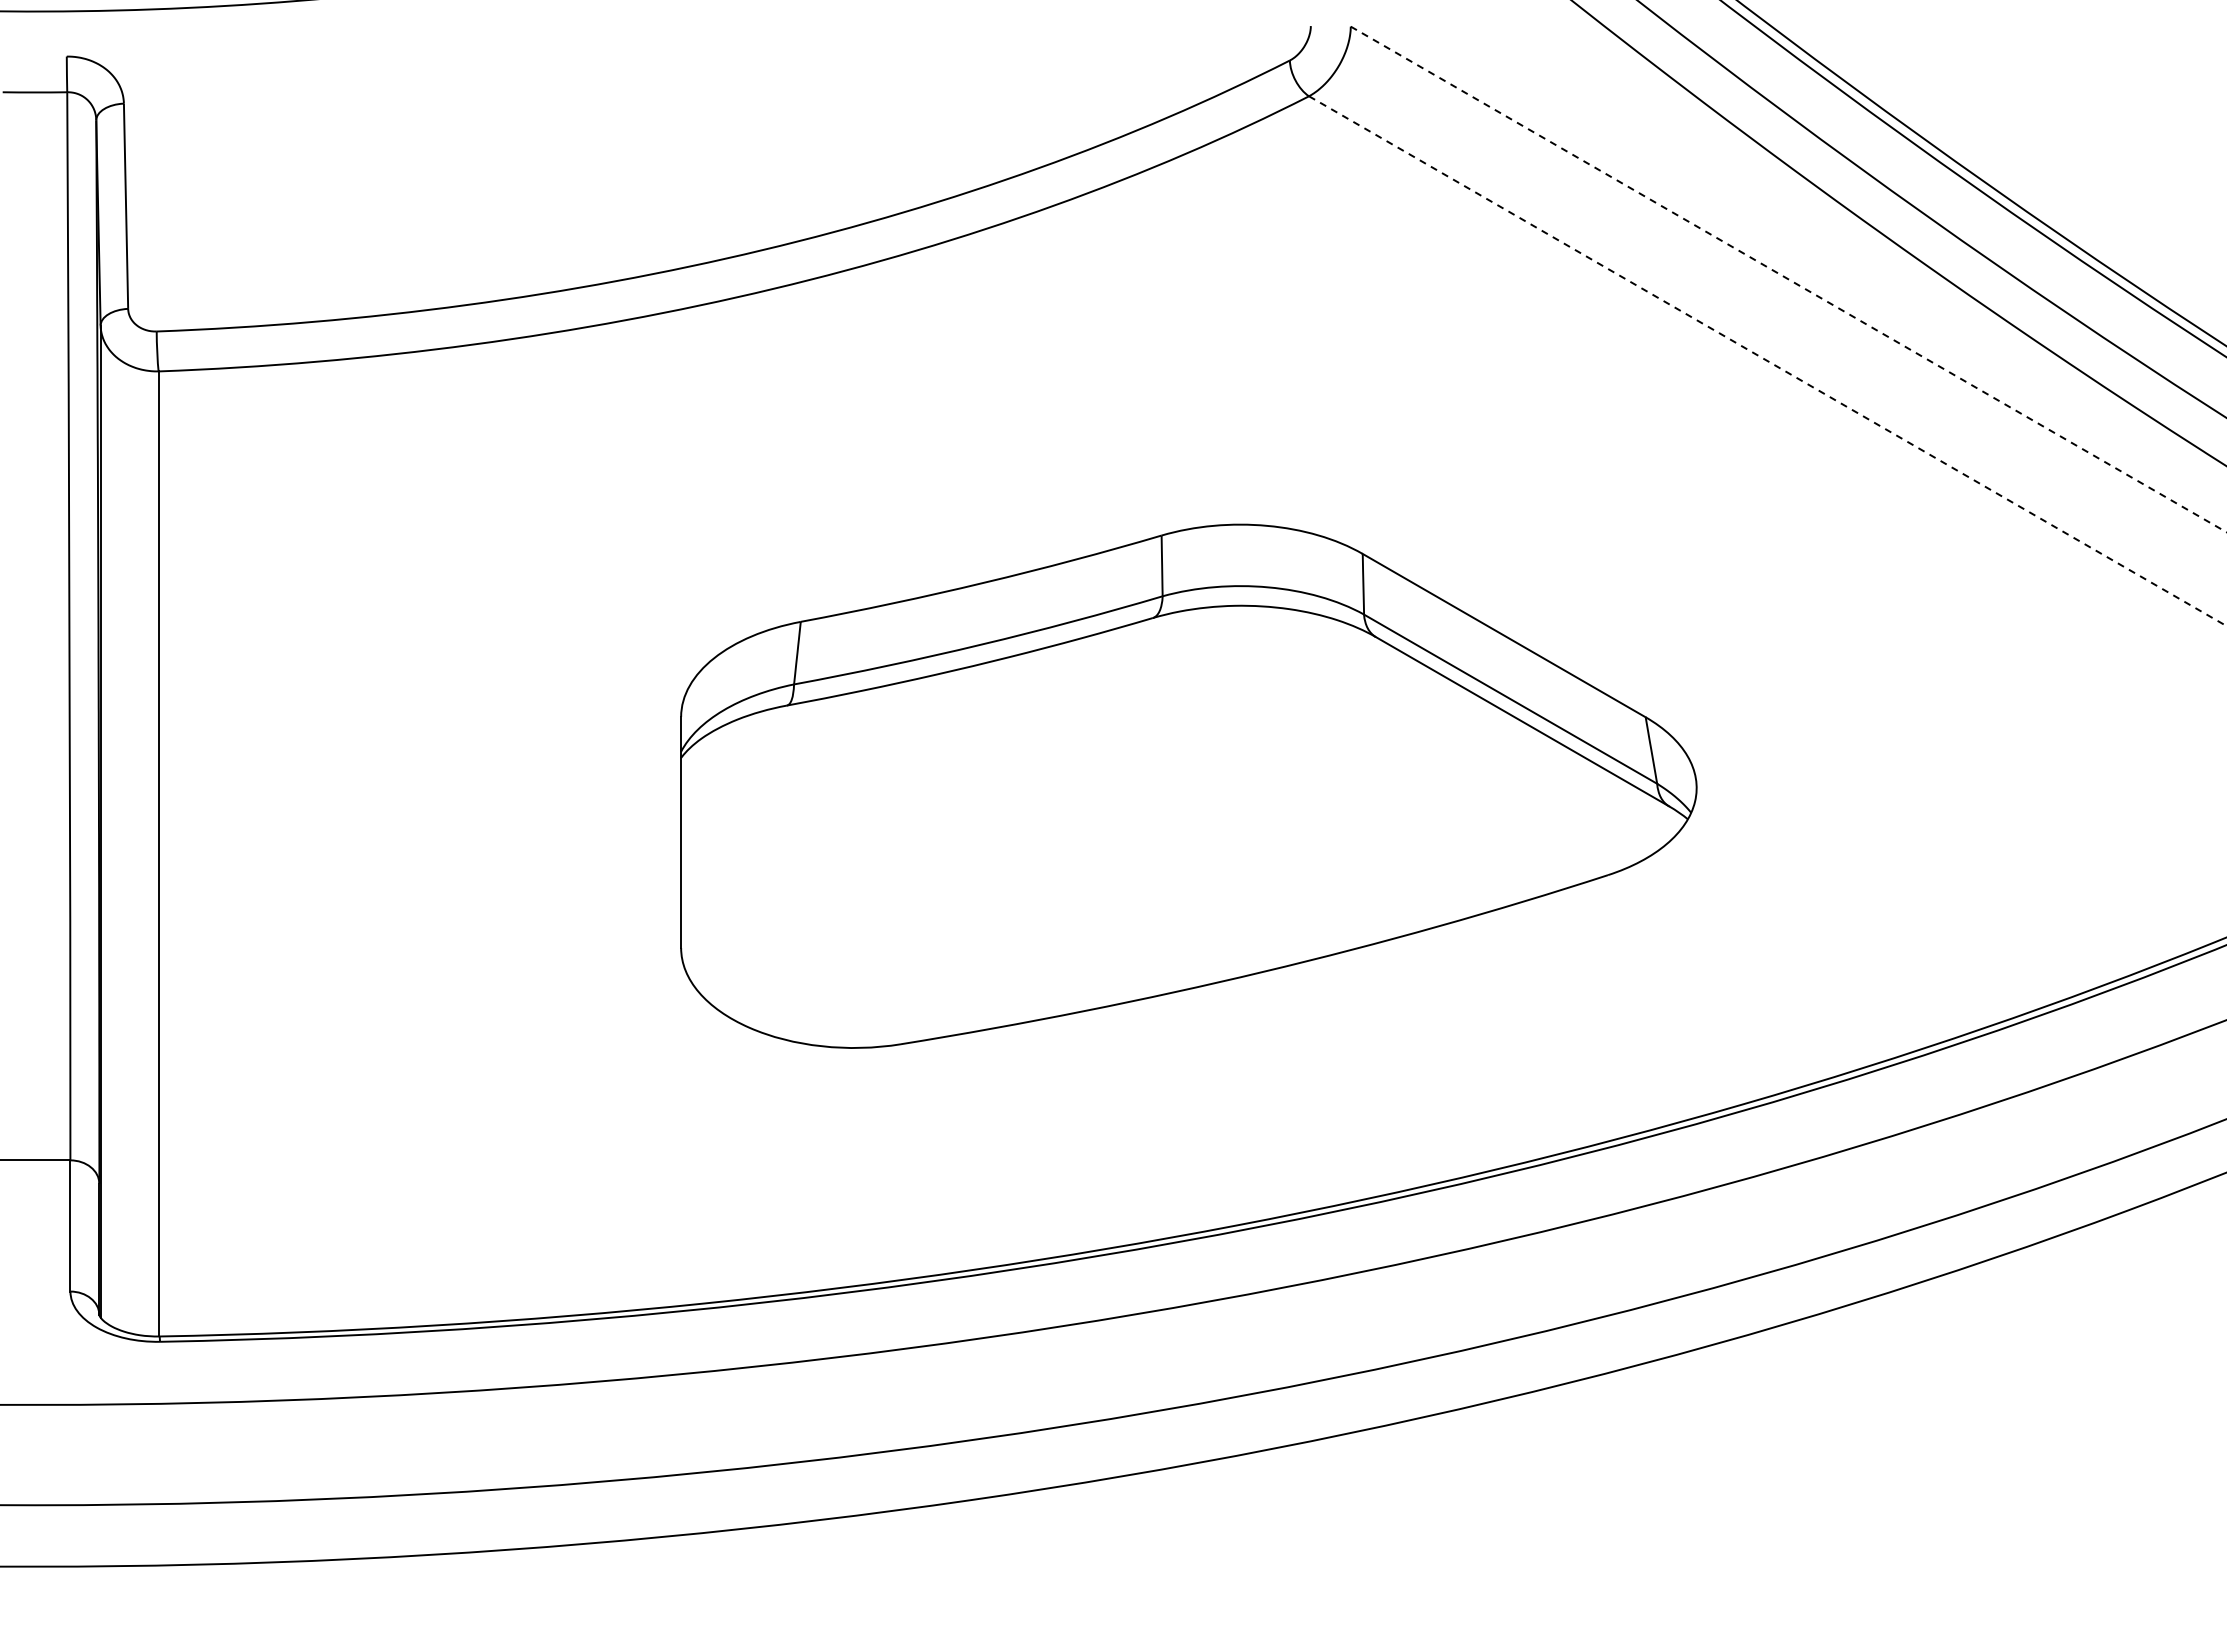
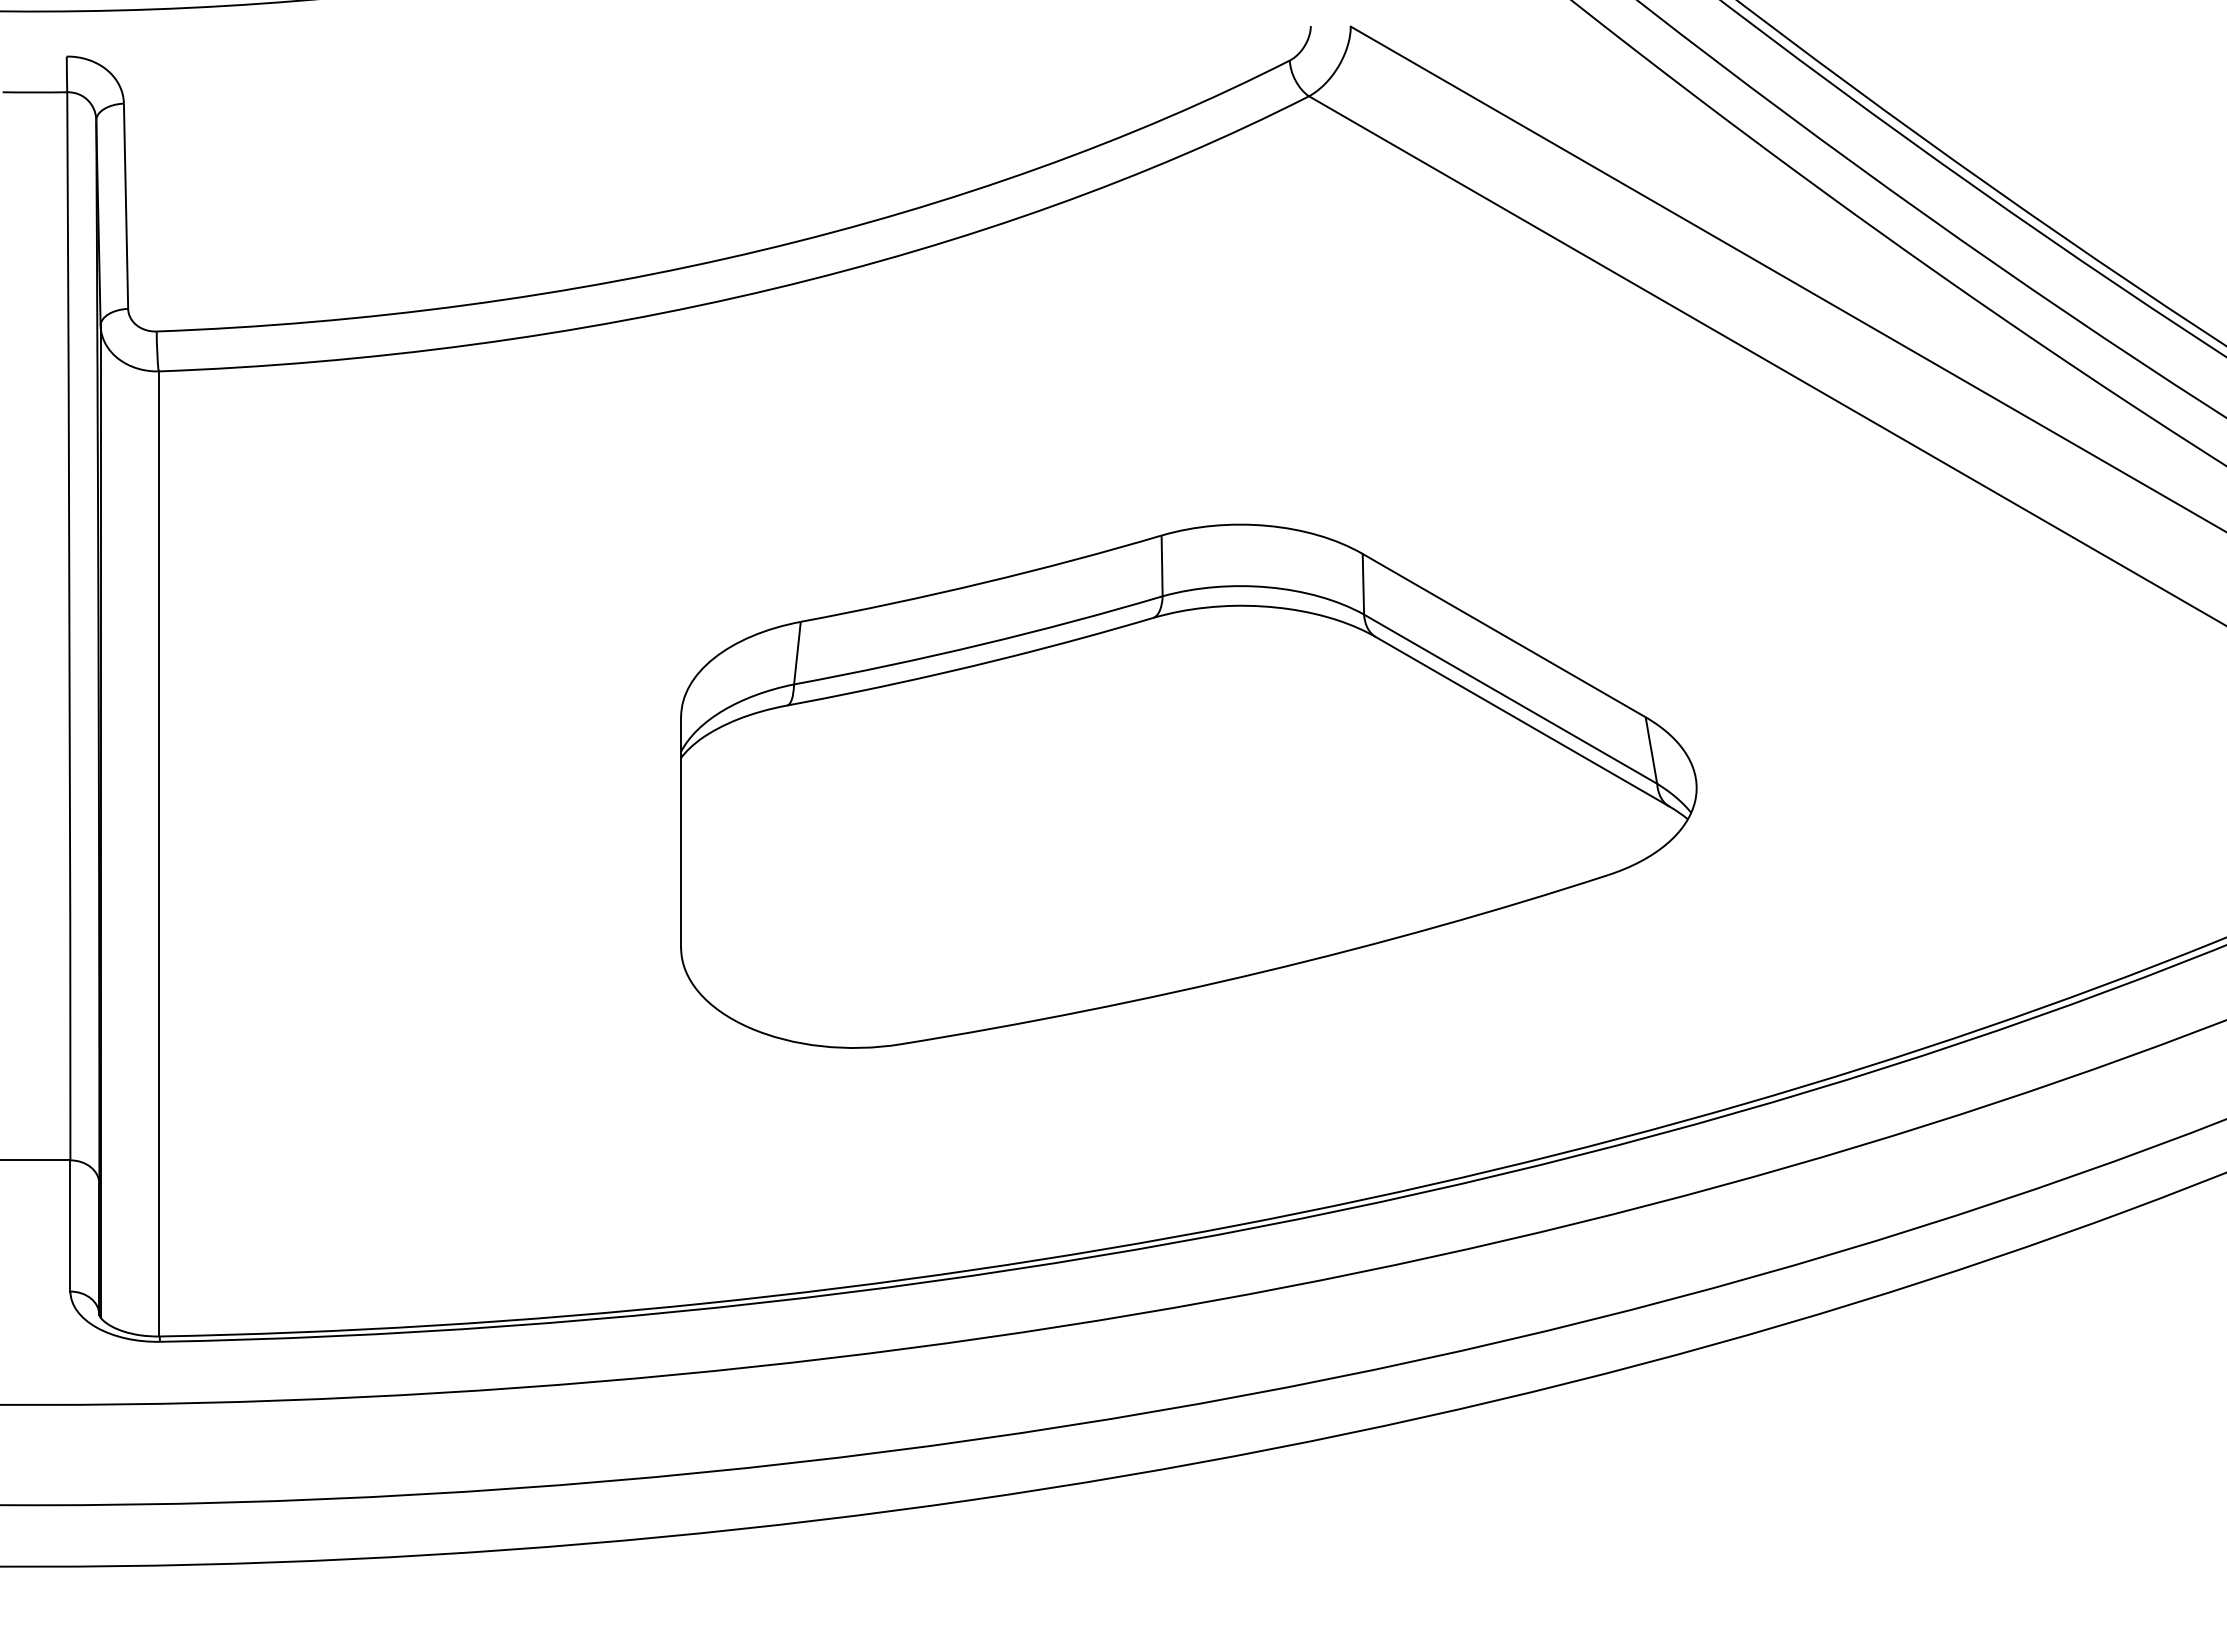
line at (1788, 279): dashed -> solid
line at (1767, 361): dashed -> solid
